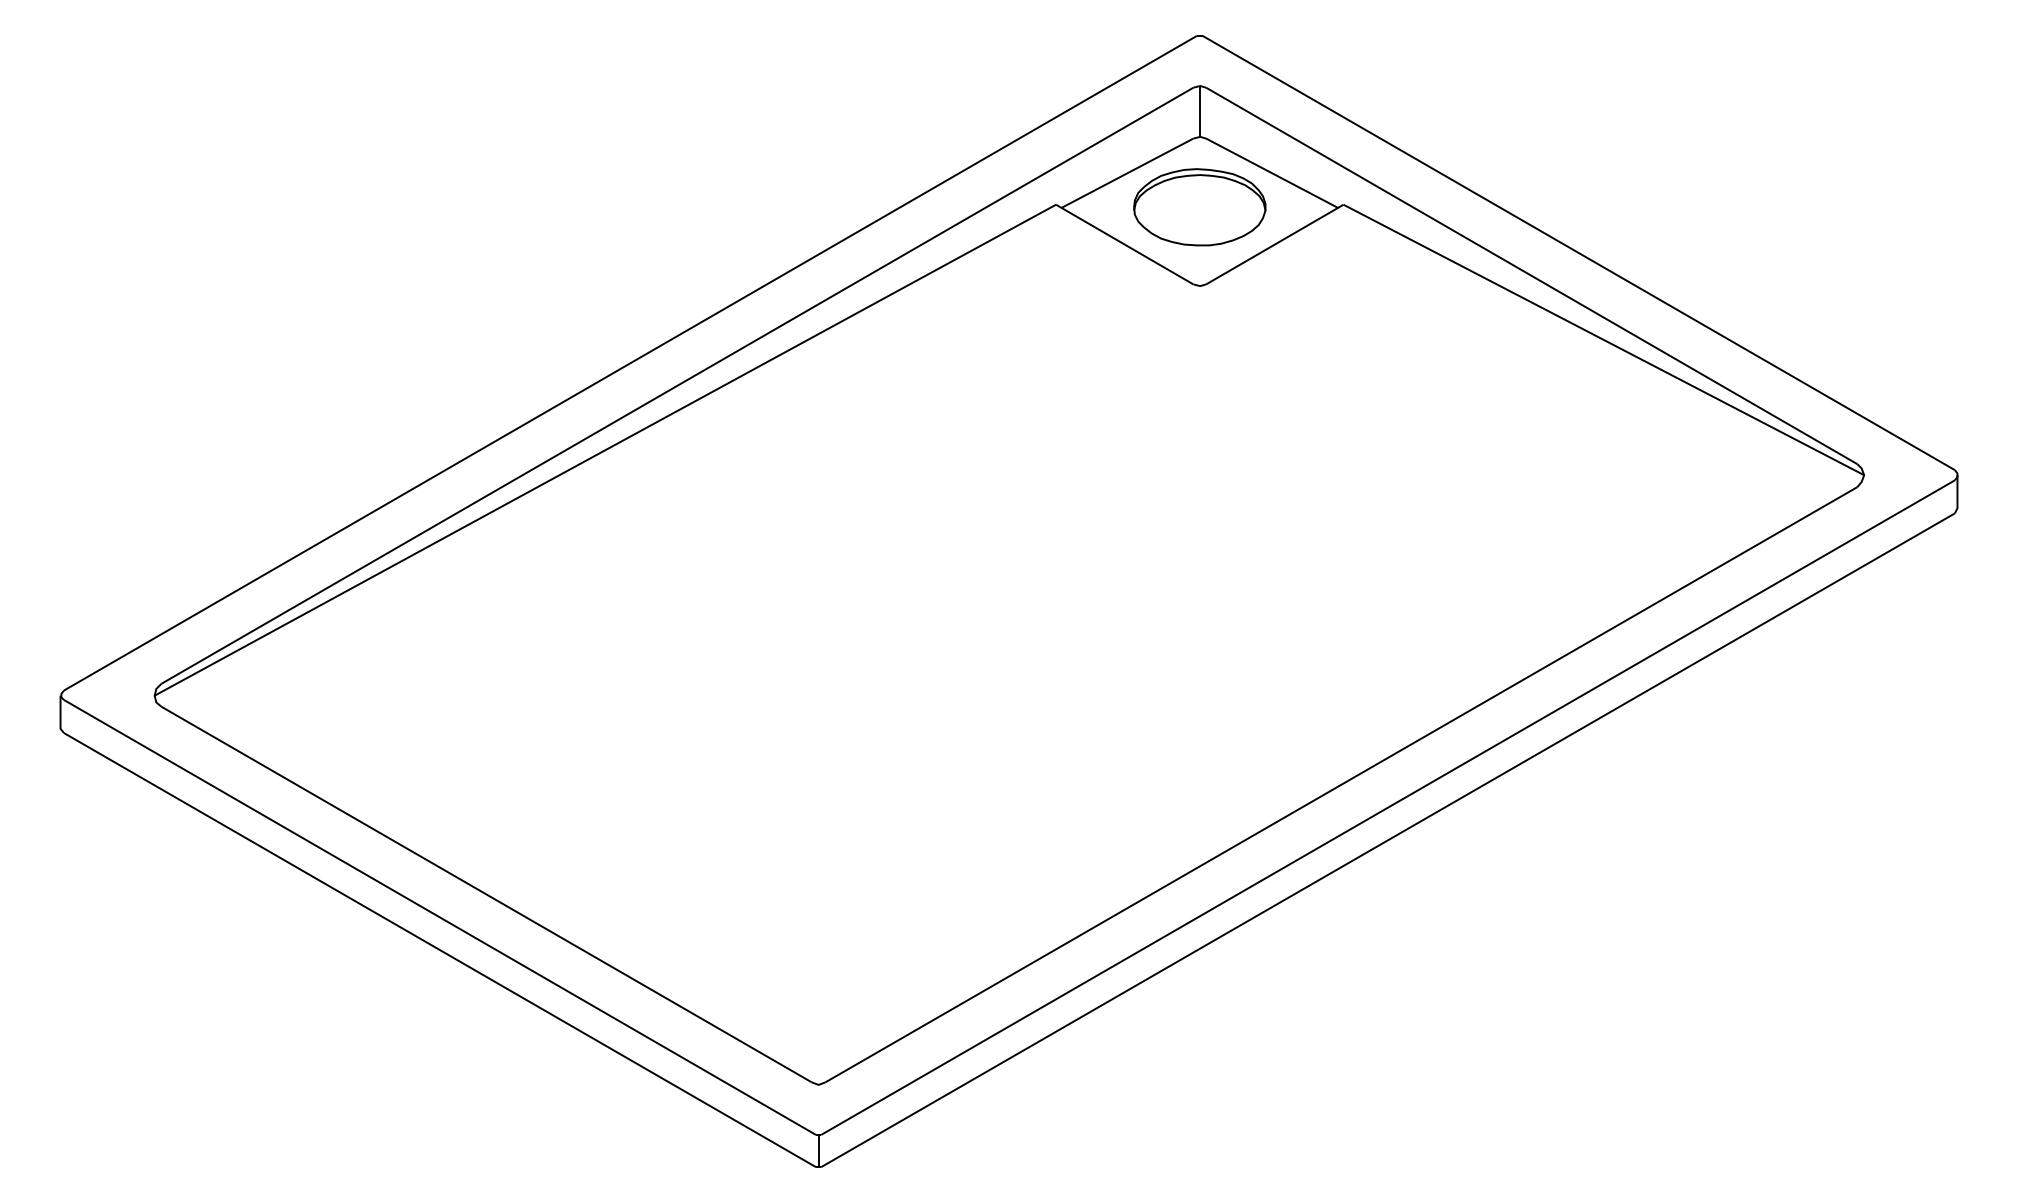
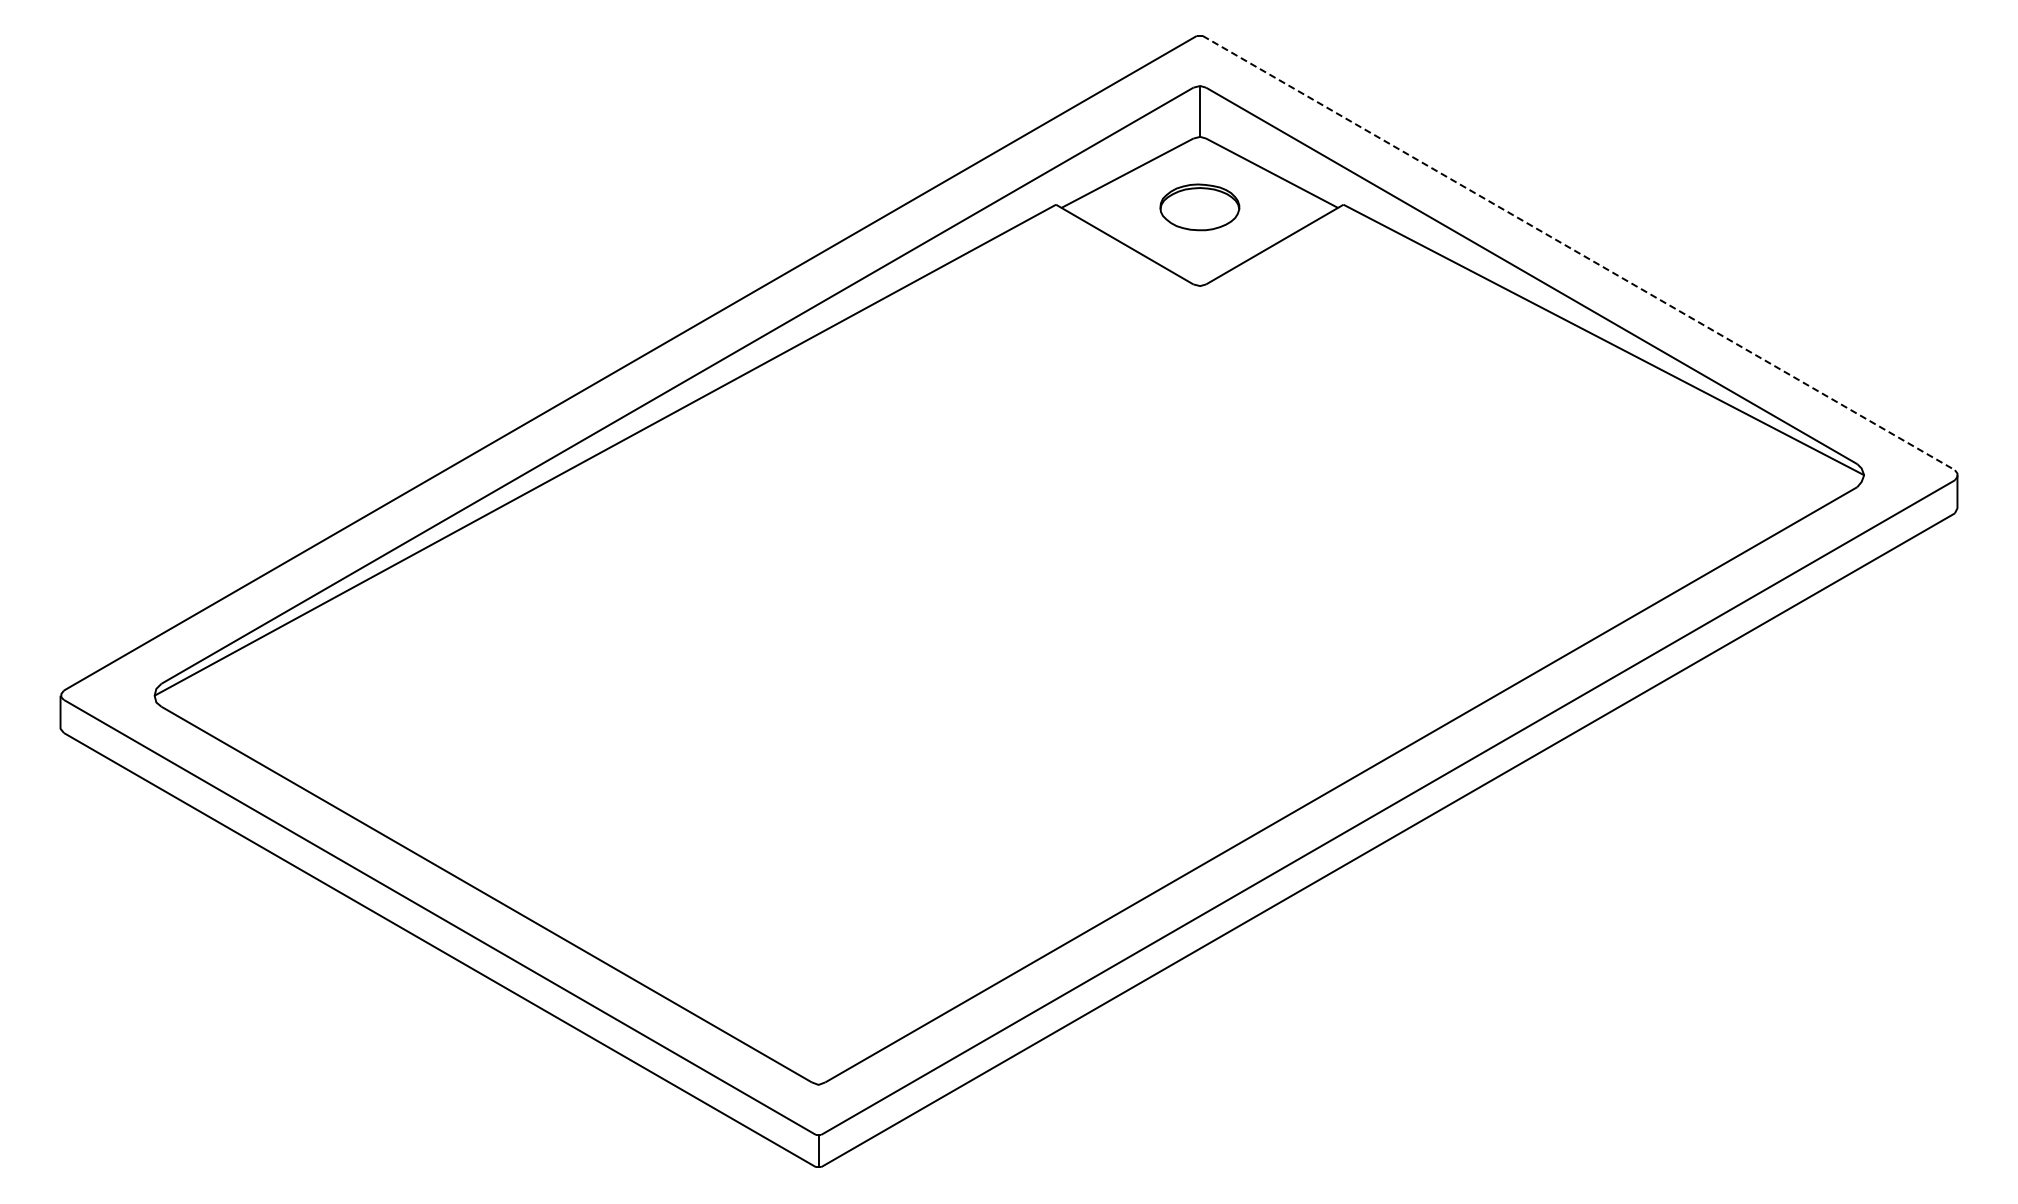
part at (1199, 207) size: 134x79 px -> 82x49 px
line at (1579, 253): solid -> dashed
